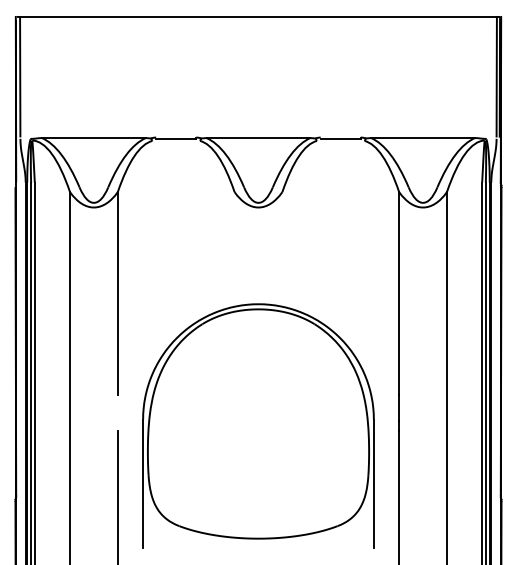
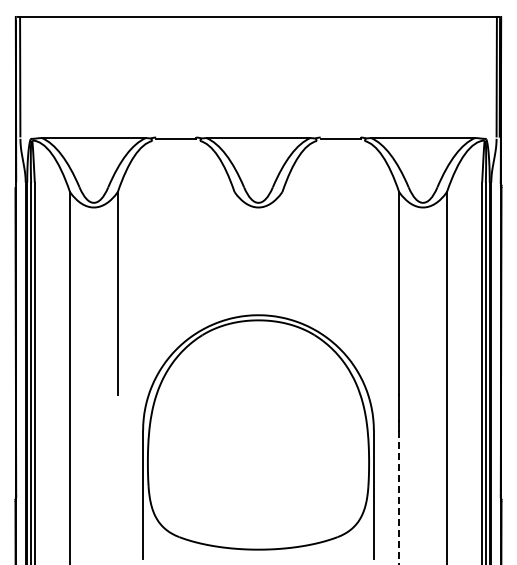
part at (258, 425) position: (258, 425) -> (258, 436)
line at (117, 496): present -> none
line at (399, 498): solid -> dashed
